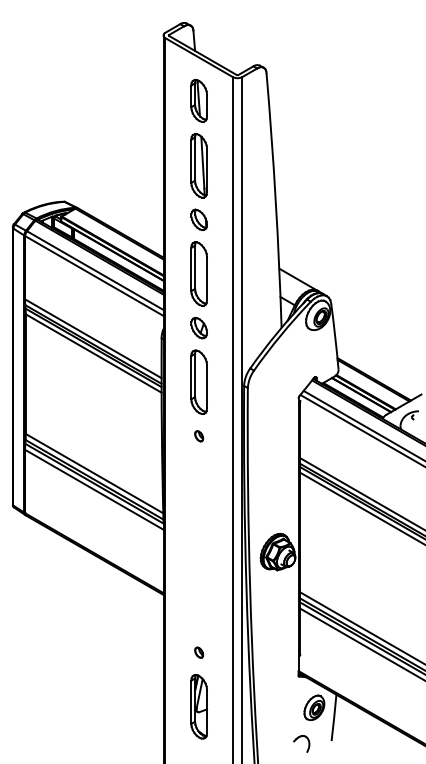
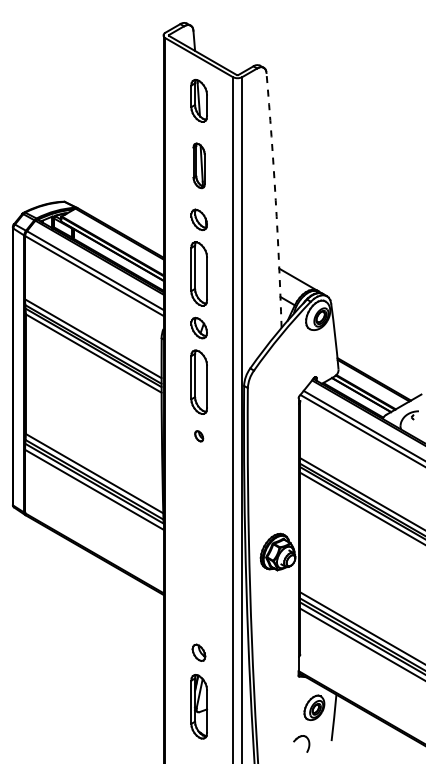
part at (198, 165) size: 18x66 px -> 14x48 px
arc at (275, 200): solid -> dashed
part at (199, 652) size: 11x13 px -> 16x19 px
